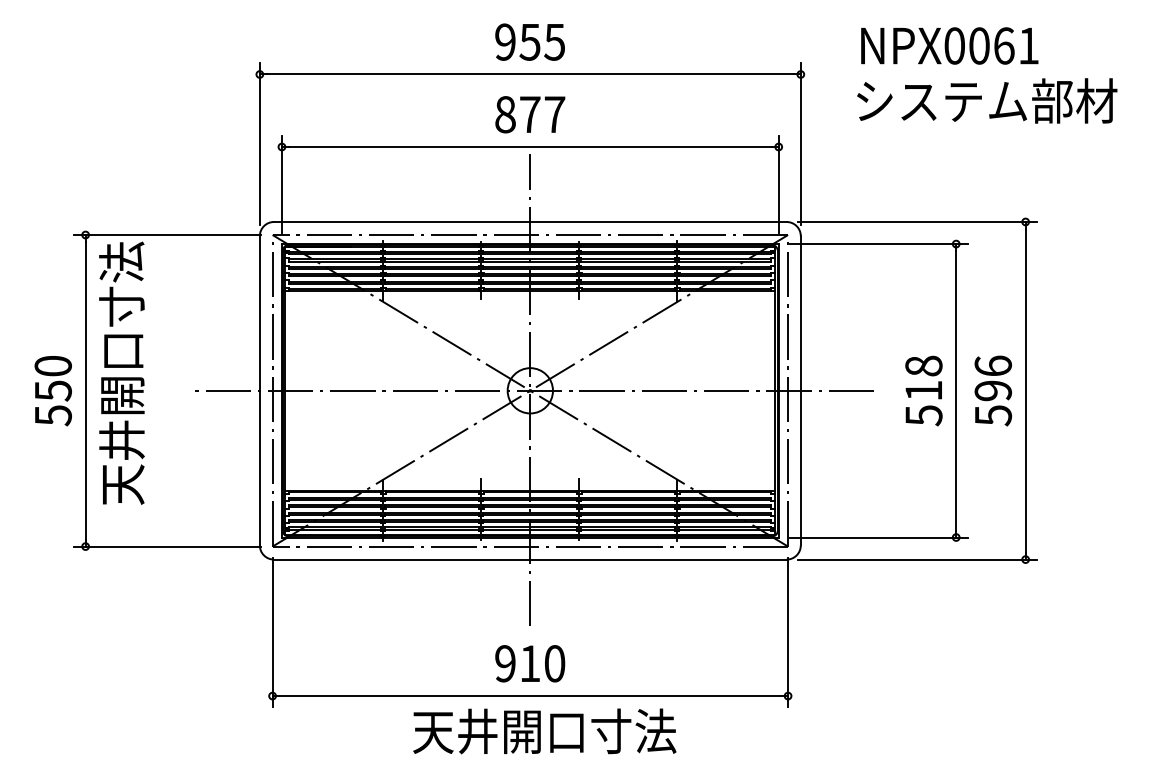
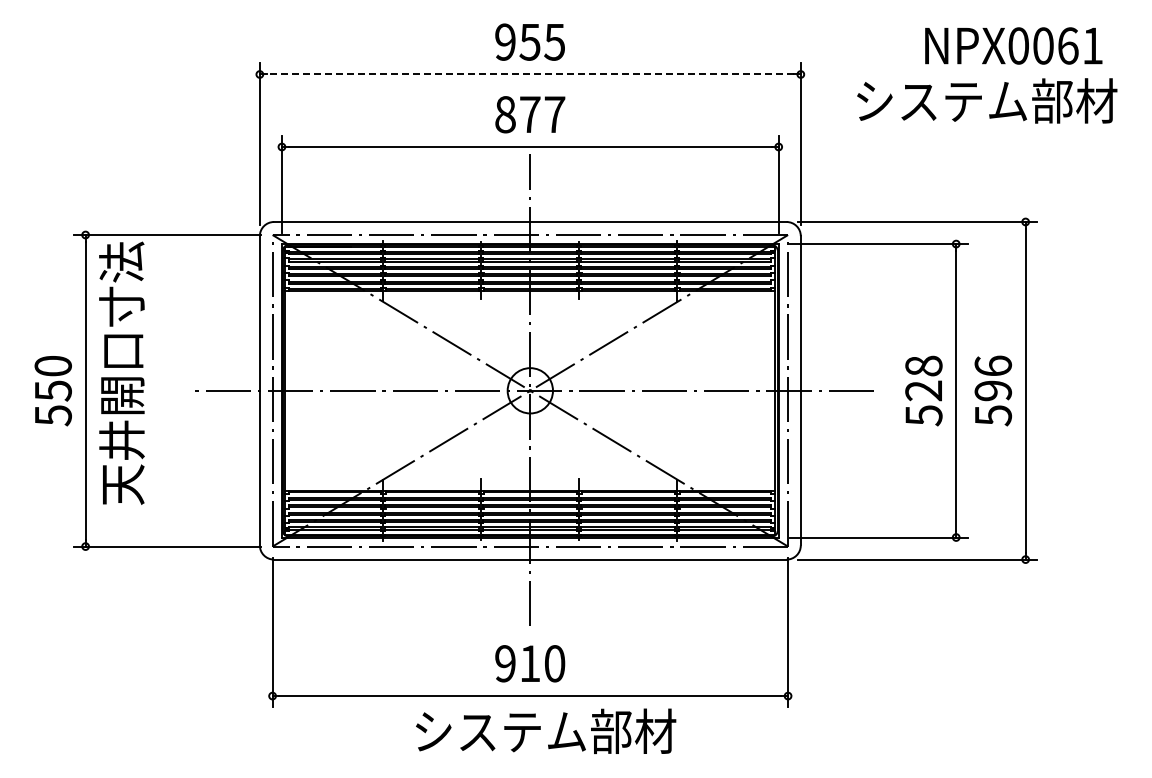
text at (949, 45) position: (949, 45) -> (1013, 45)
line at (530, 74): solid -> dashed
text at (923, 390): 518 -> 528
text at (544, 731): 天井開口寸法 -> システム部材
